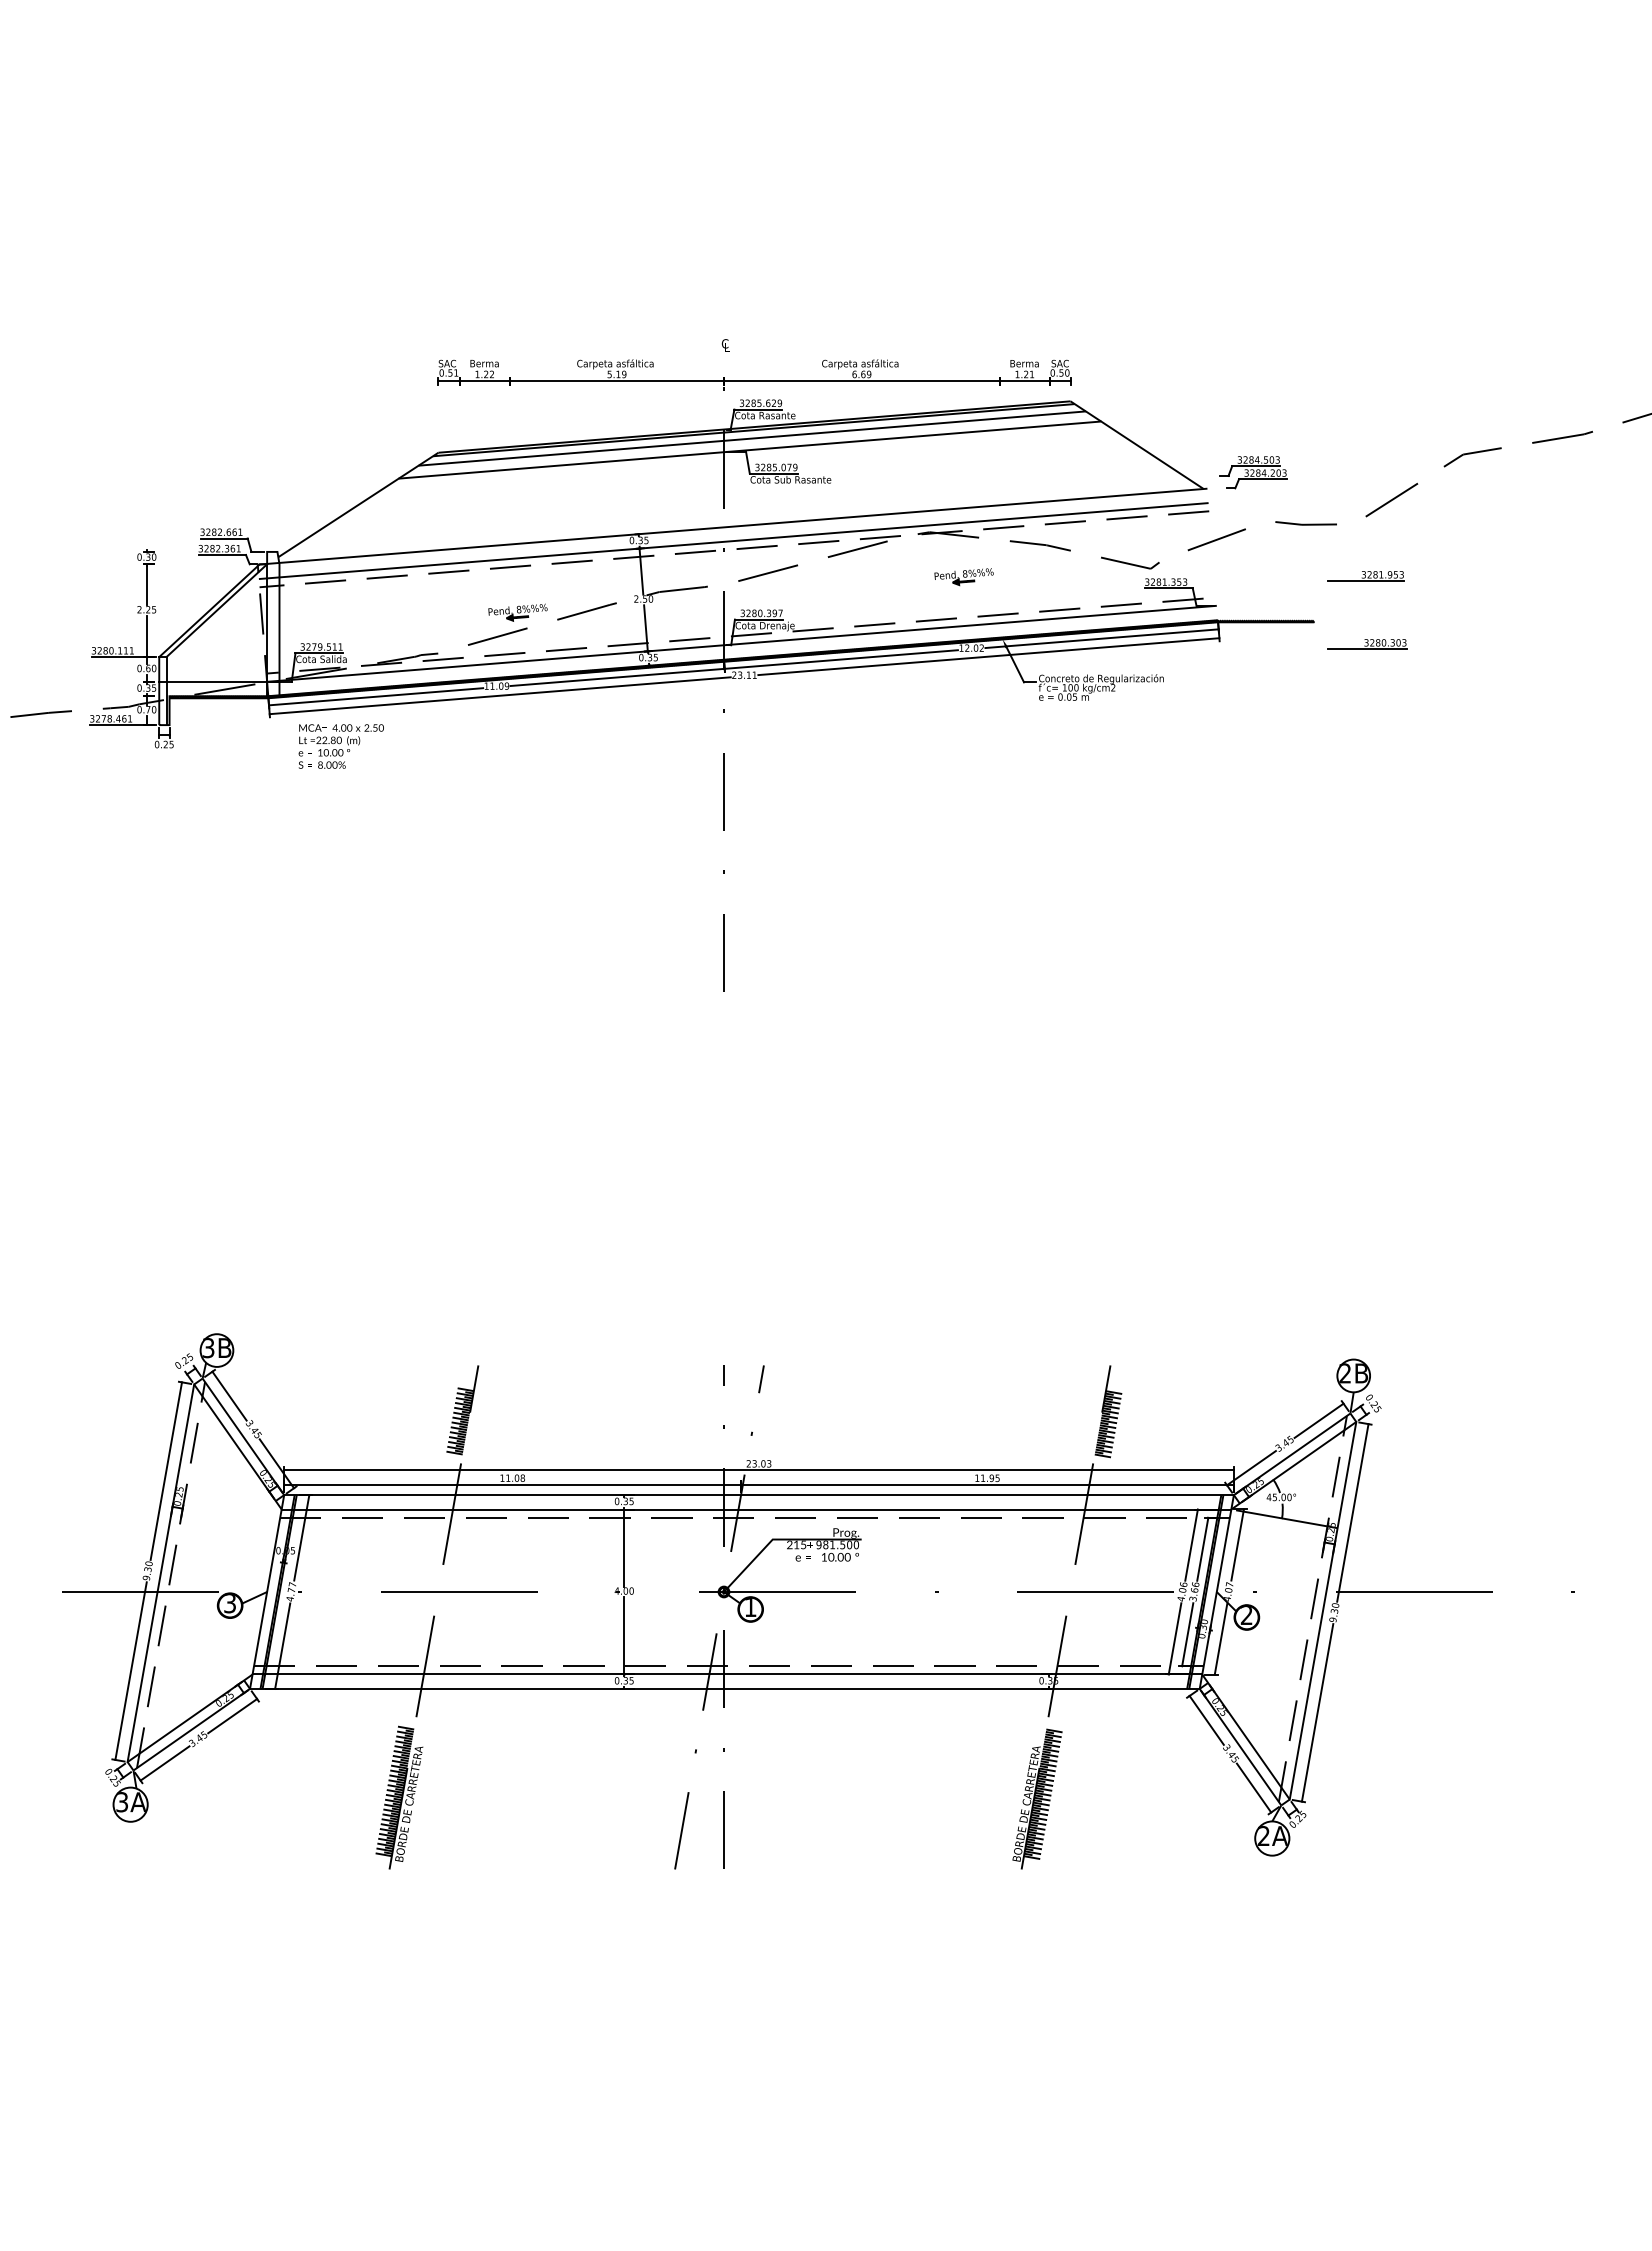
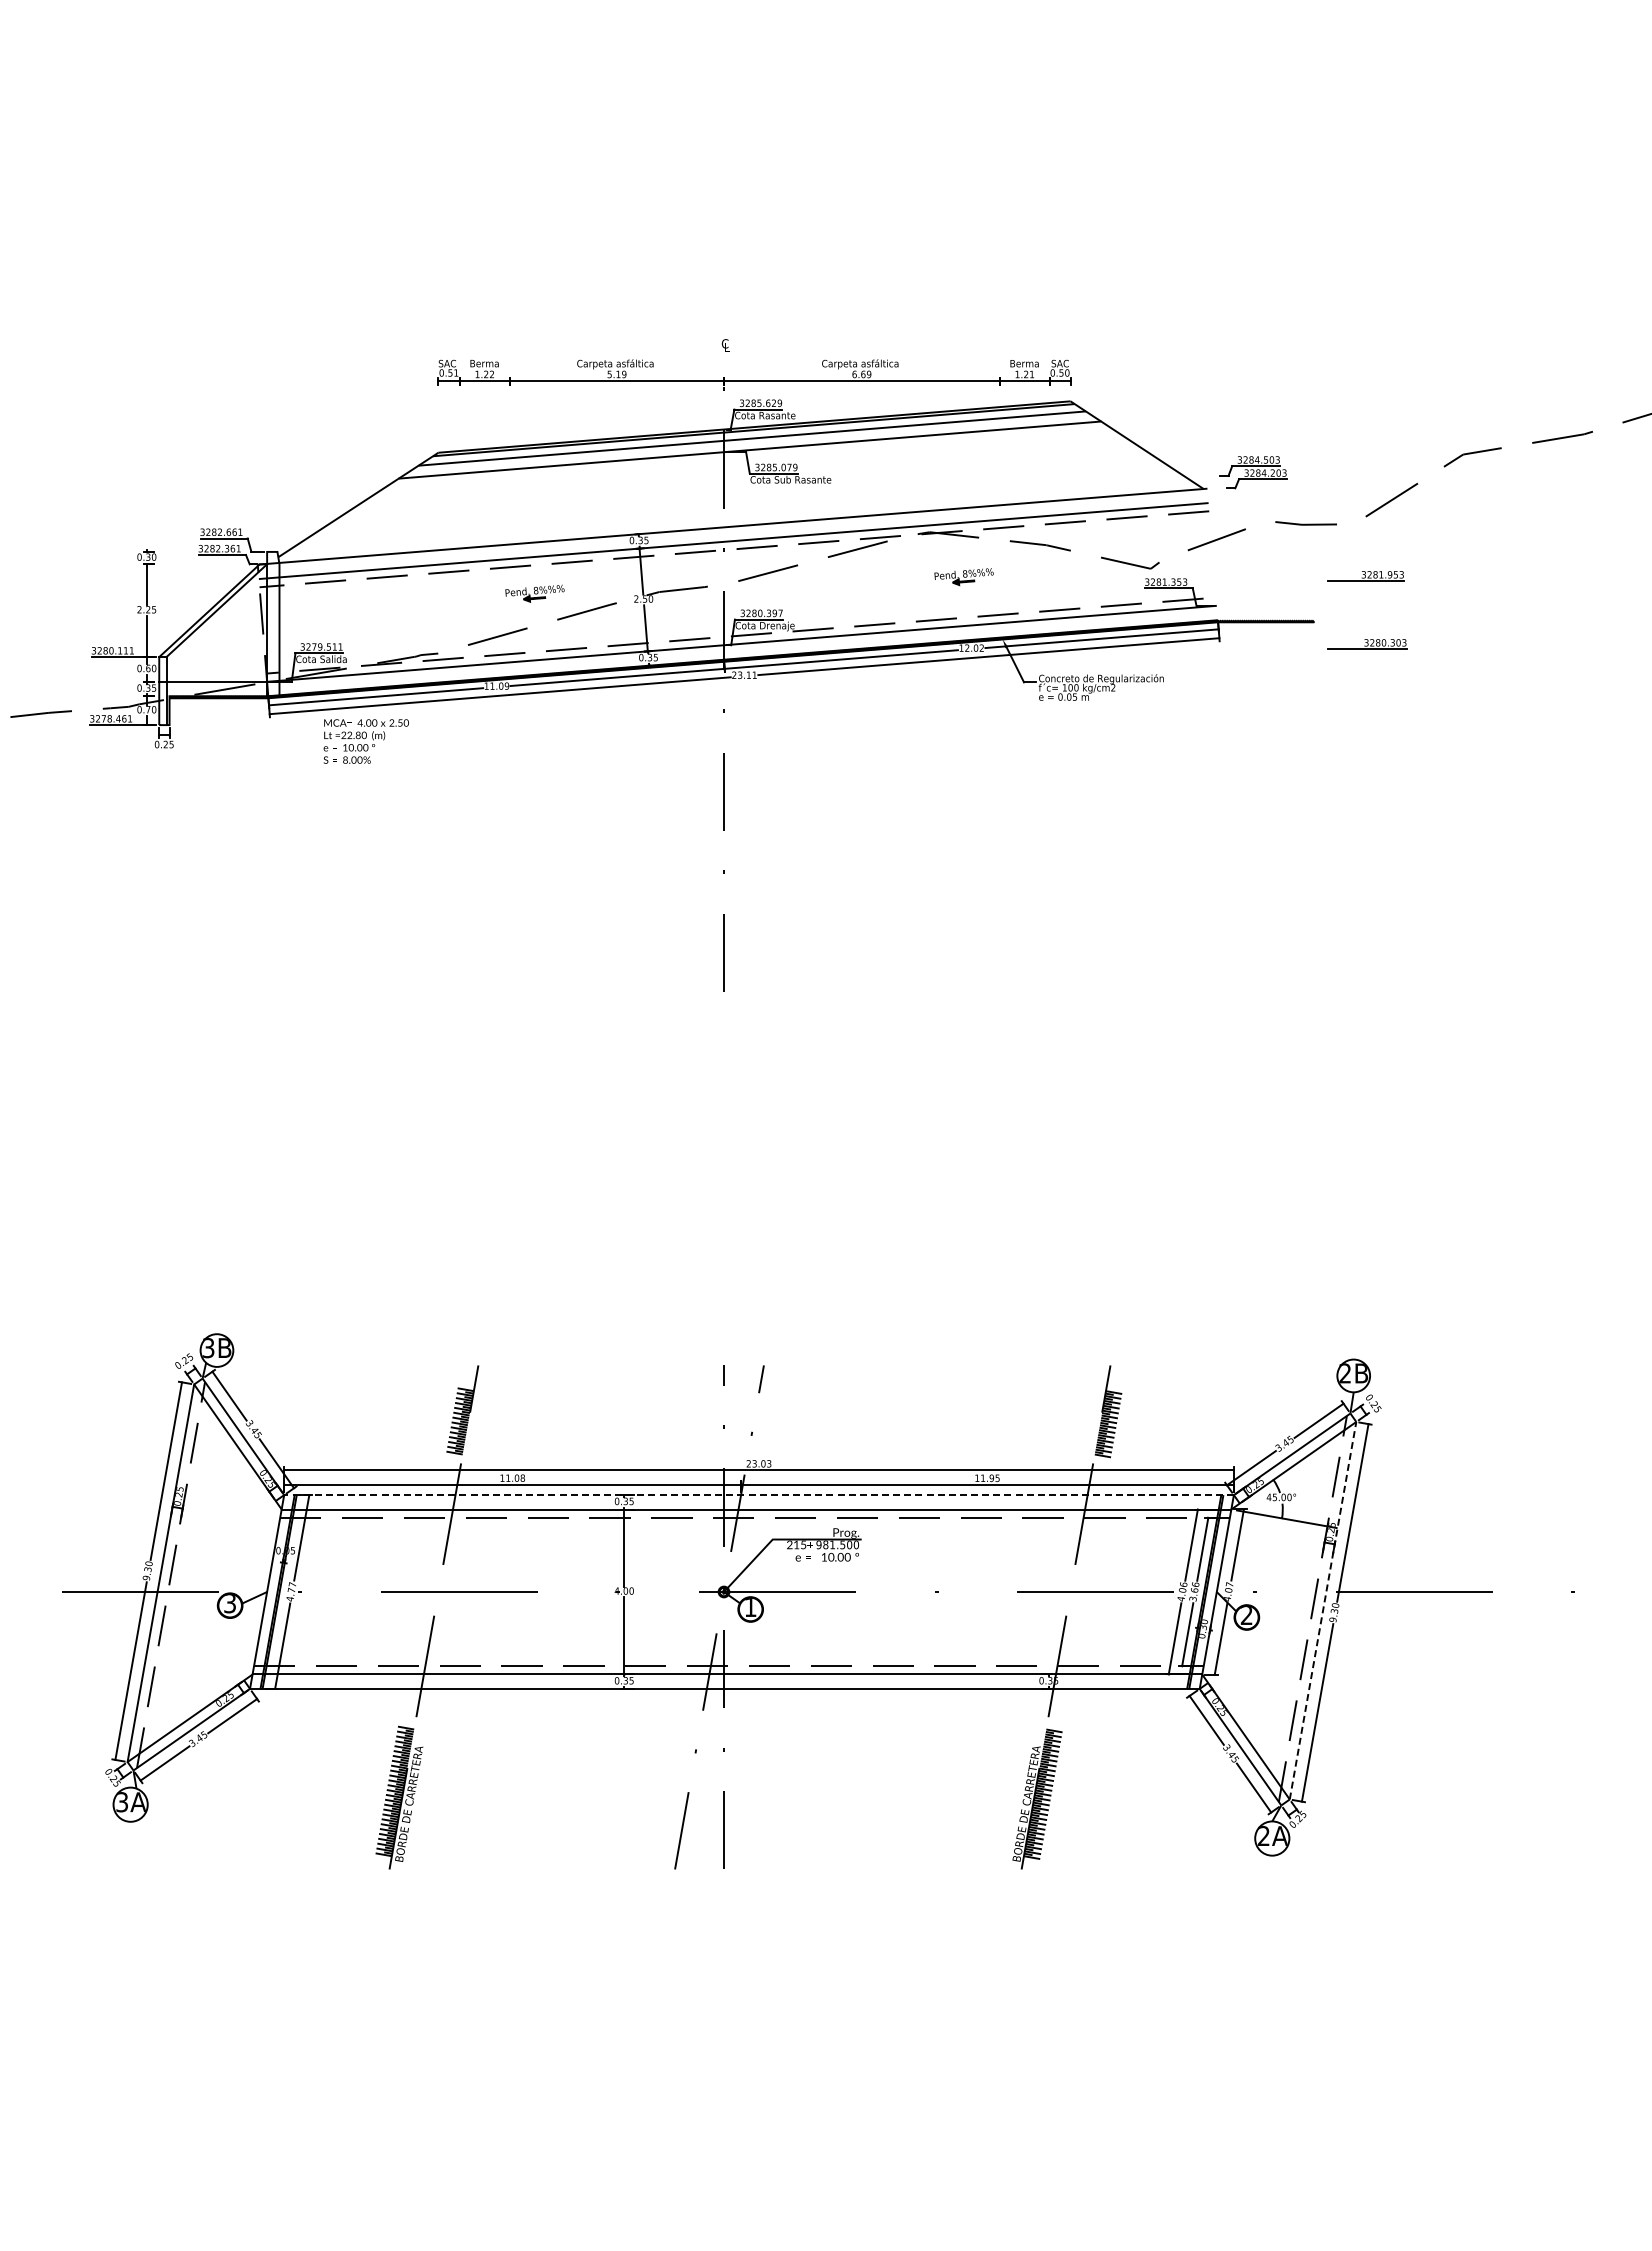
part at (517, 612) position: (517, 612) -> (534, 593)
text at (340, 746) position: (340, 746) -> (365, 741)
line at (759, 1495): solid -> dashed
line at (1323, 1610): solid -> dashed
